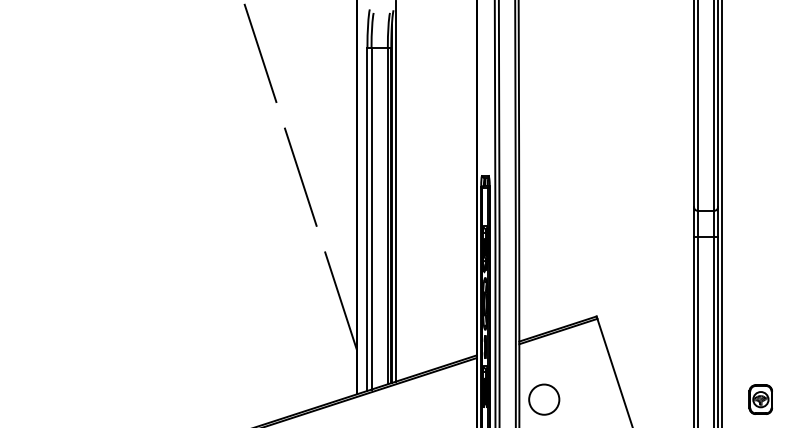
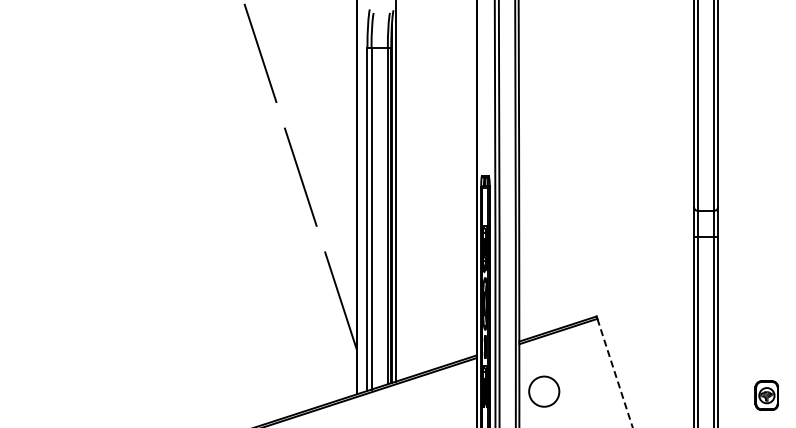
line at (721, 213): present -> none
line at (615, 373): solid -> dashed
circle at (544, 399) position: (544, 399) -> (544, 391)
part at (760, 399) position: (760, 399) -> (766, 395)
